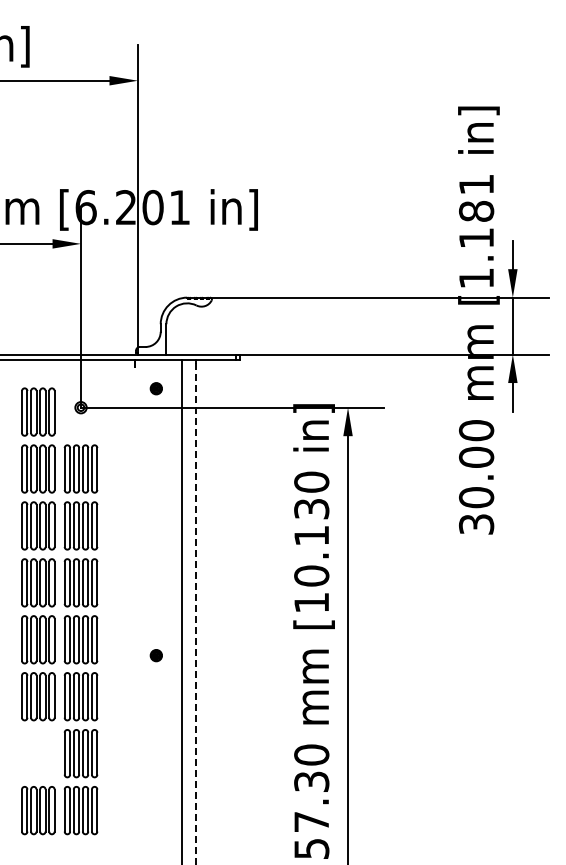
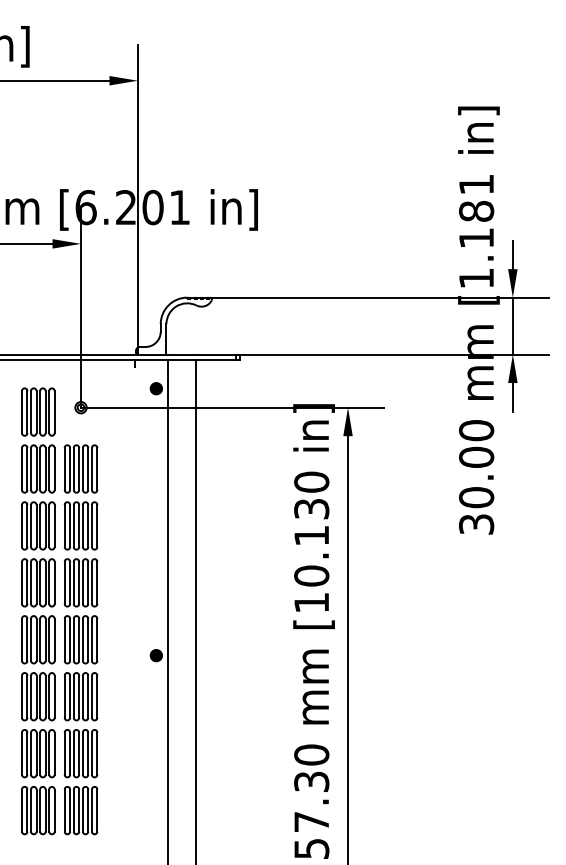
line at (181, 610) position: (181, 610) -> (167, 610)
line at (195, 613): dashed -> solid
part at (38, 753): none -> present
